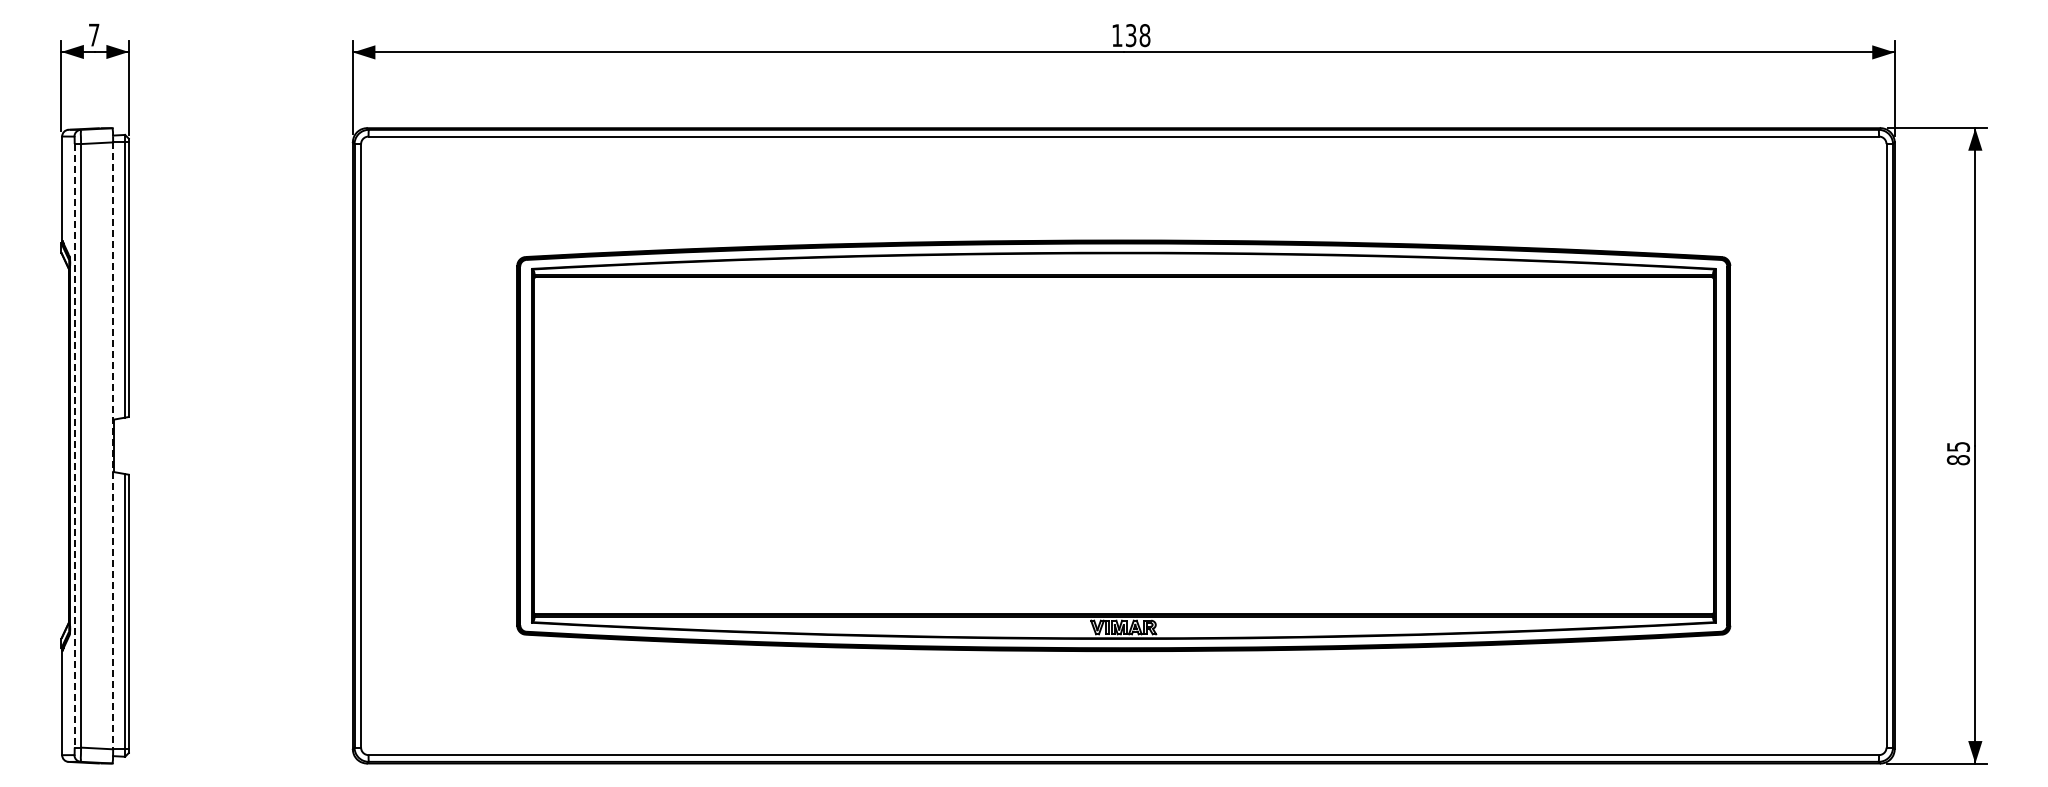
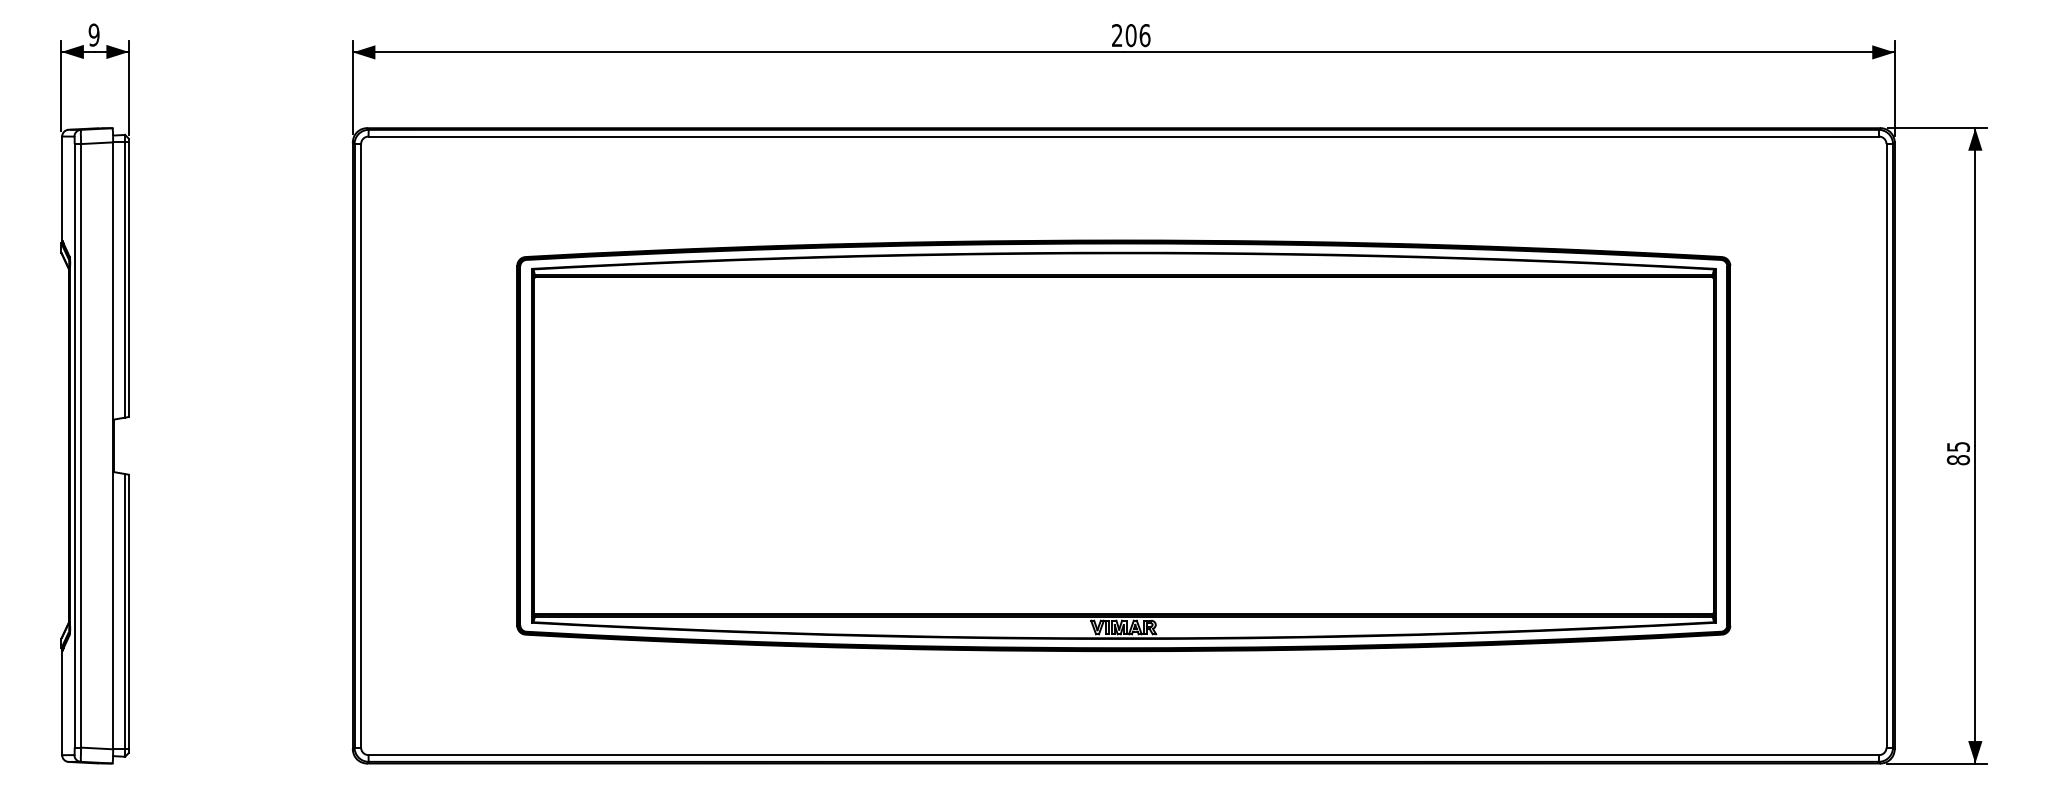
text at (93, 34): 7 -> 9
text at (1131, 35): 138 -> 206
line at (74, 445): dashed -> solid
line at (113, 446): dashed -> solid
